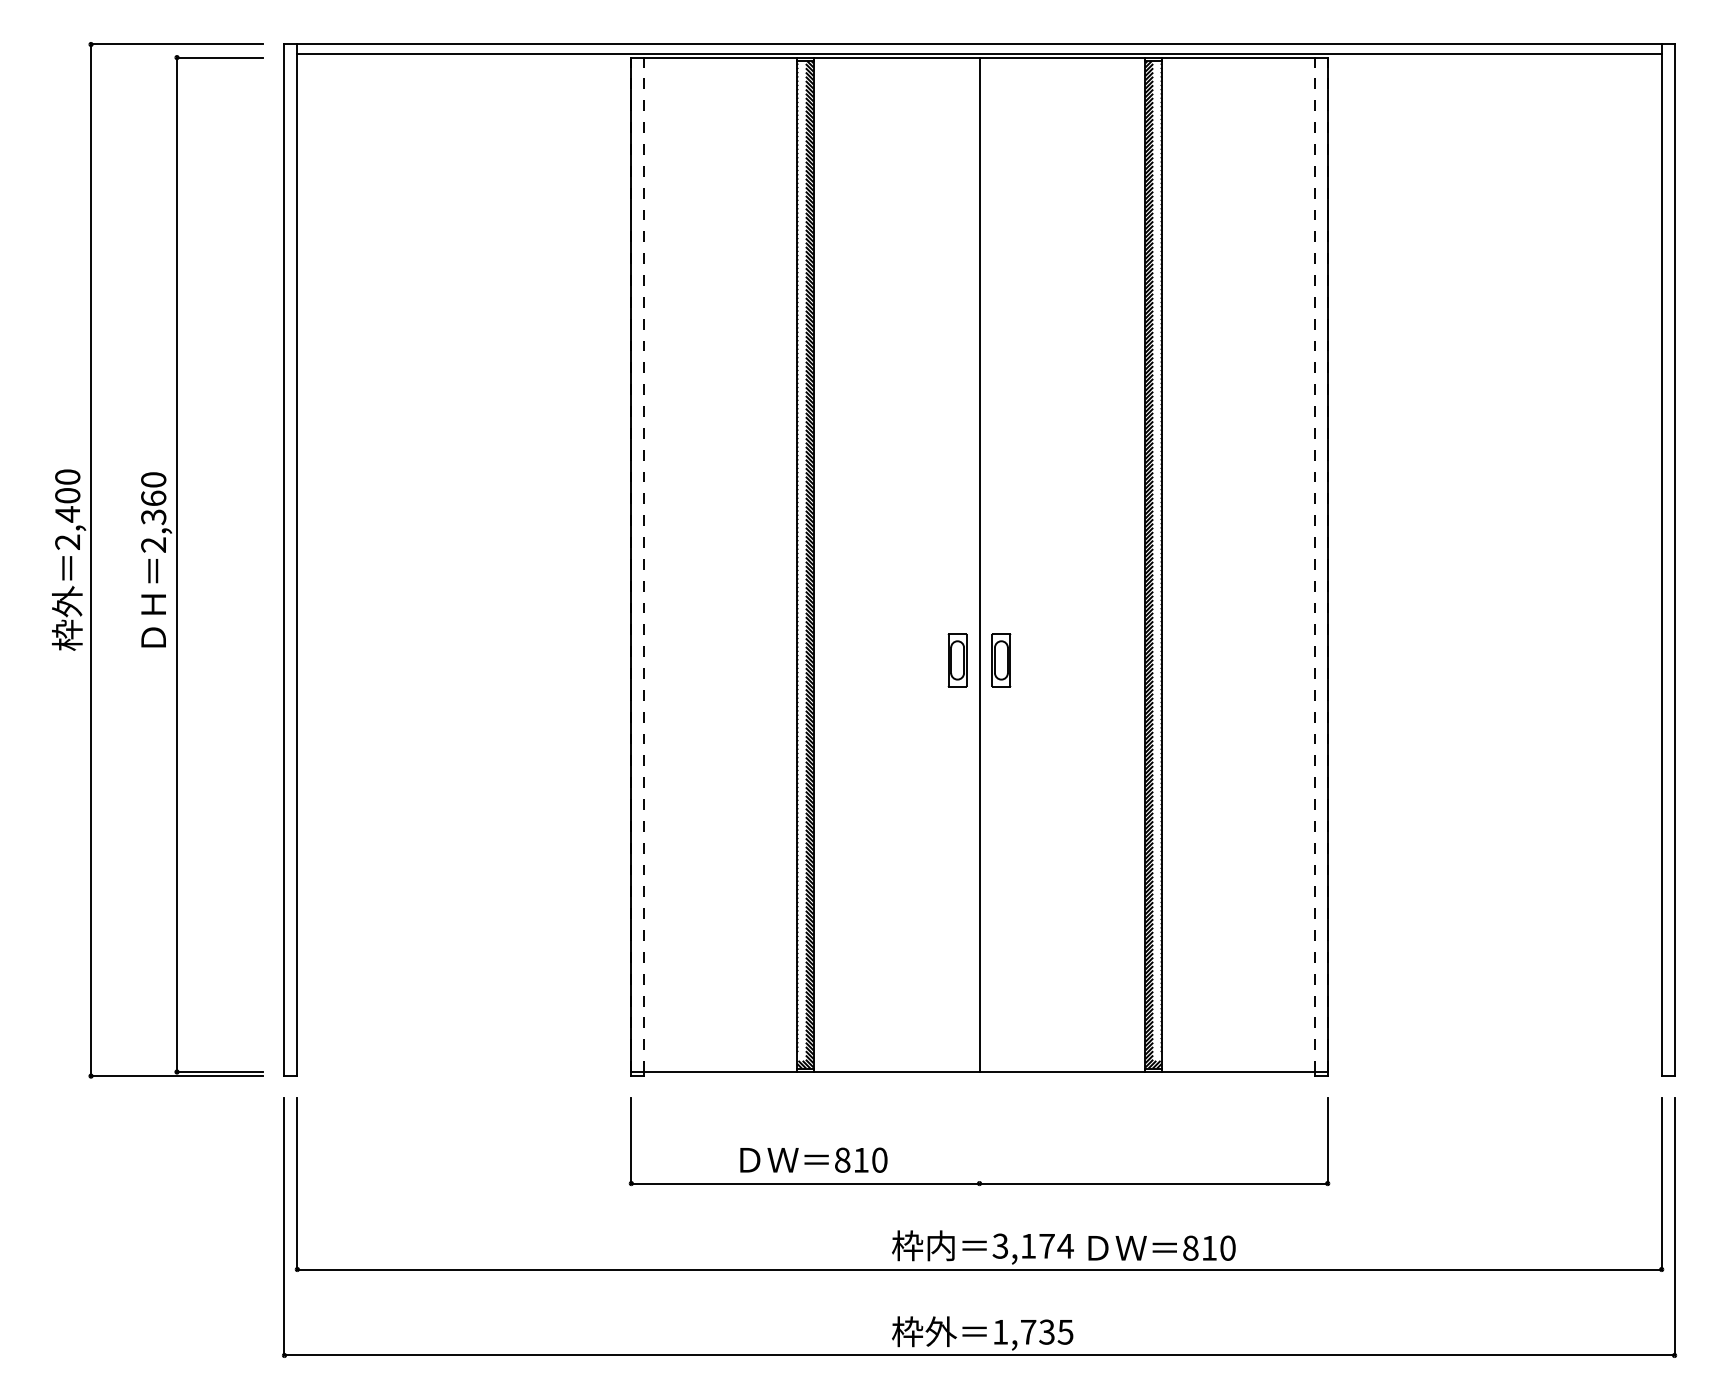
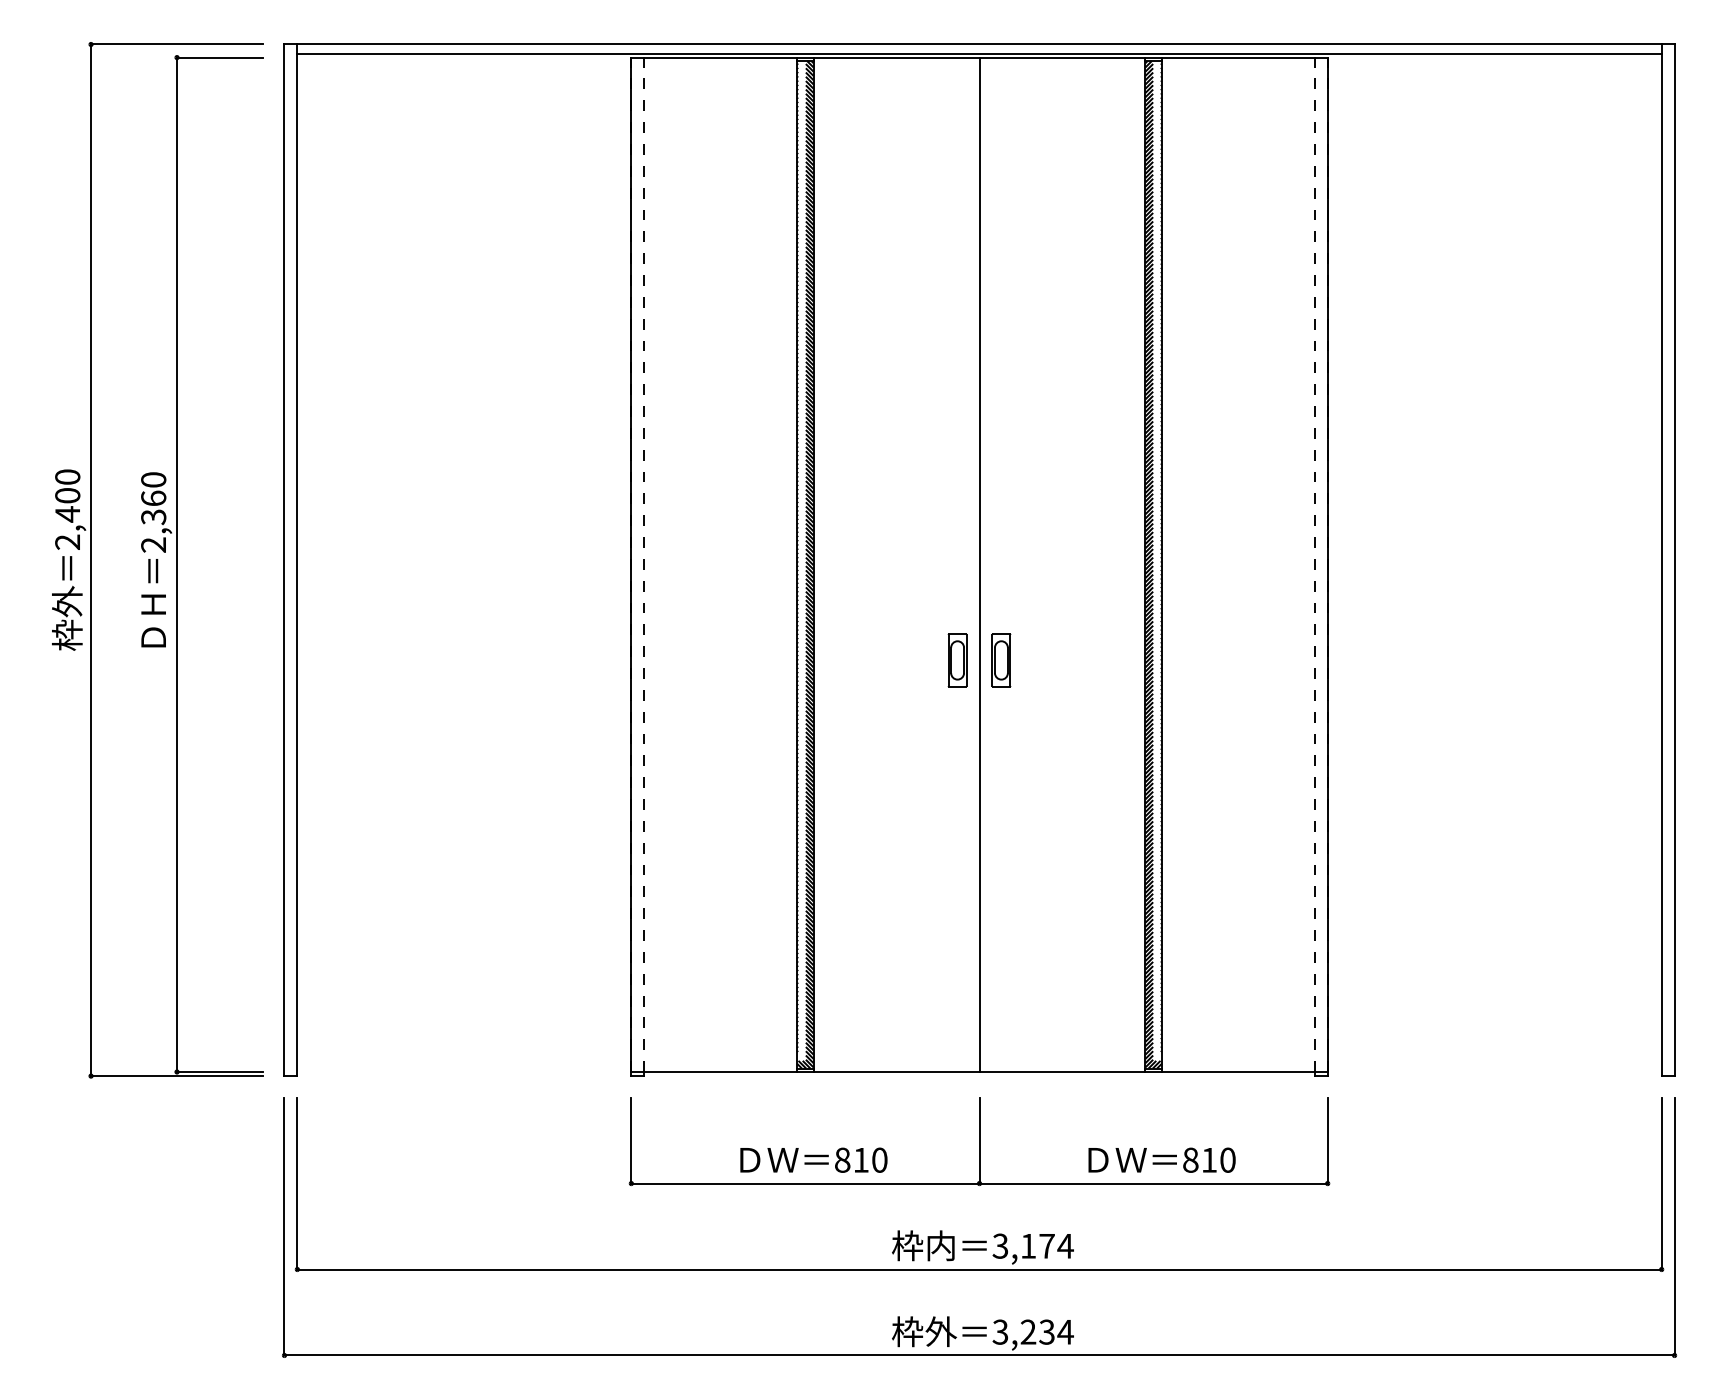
line at (979, 1140): none -> present
text at (1161, 1247) position: (1161, 1247) -> (1161, 1159)
text at (1032, 1331): 1,735 -> 3,234
